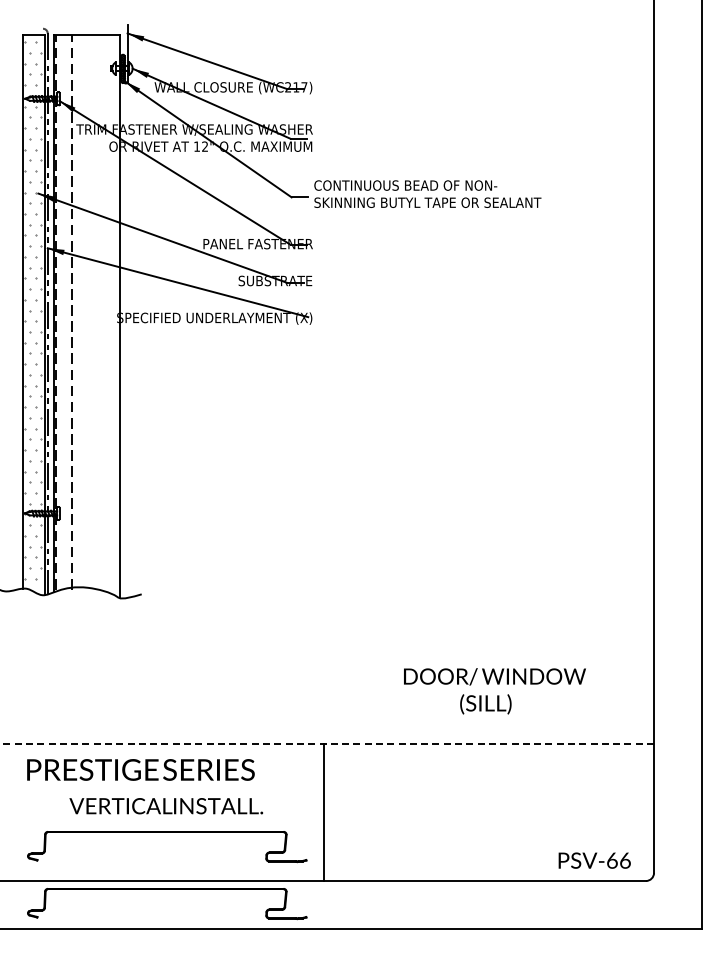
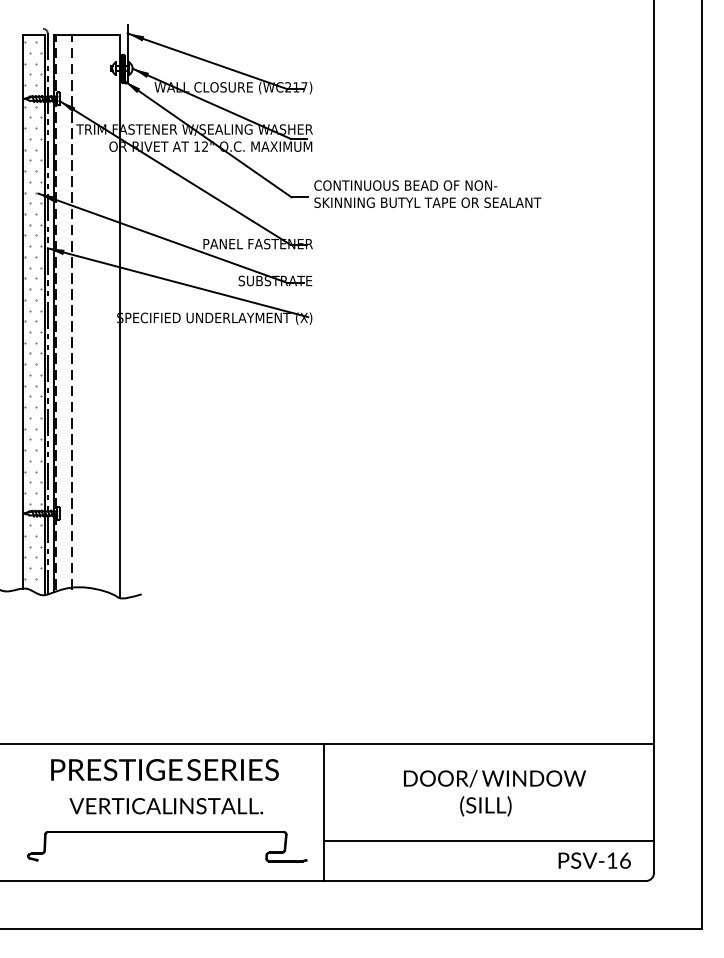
text at (494, 691) position: (494, 691) -> (494, 793)
line at (327, 744): dashed -> solid
text at (140, 769) position: (140, 769) -> (164, 769)
line at (489, 840): none -> present
text at (612, 860): PSV-66 -> PSV-16
part at (167, 889): present -> none
